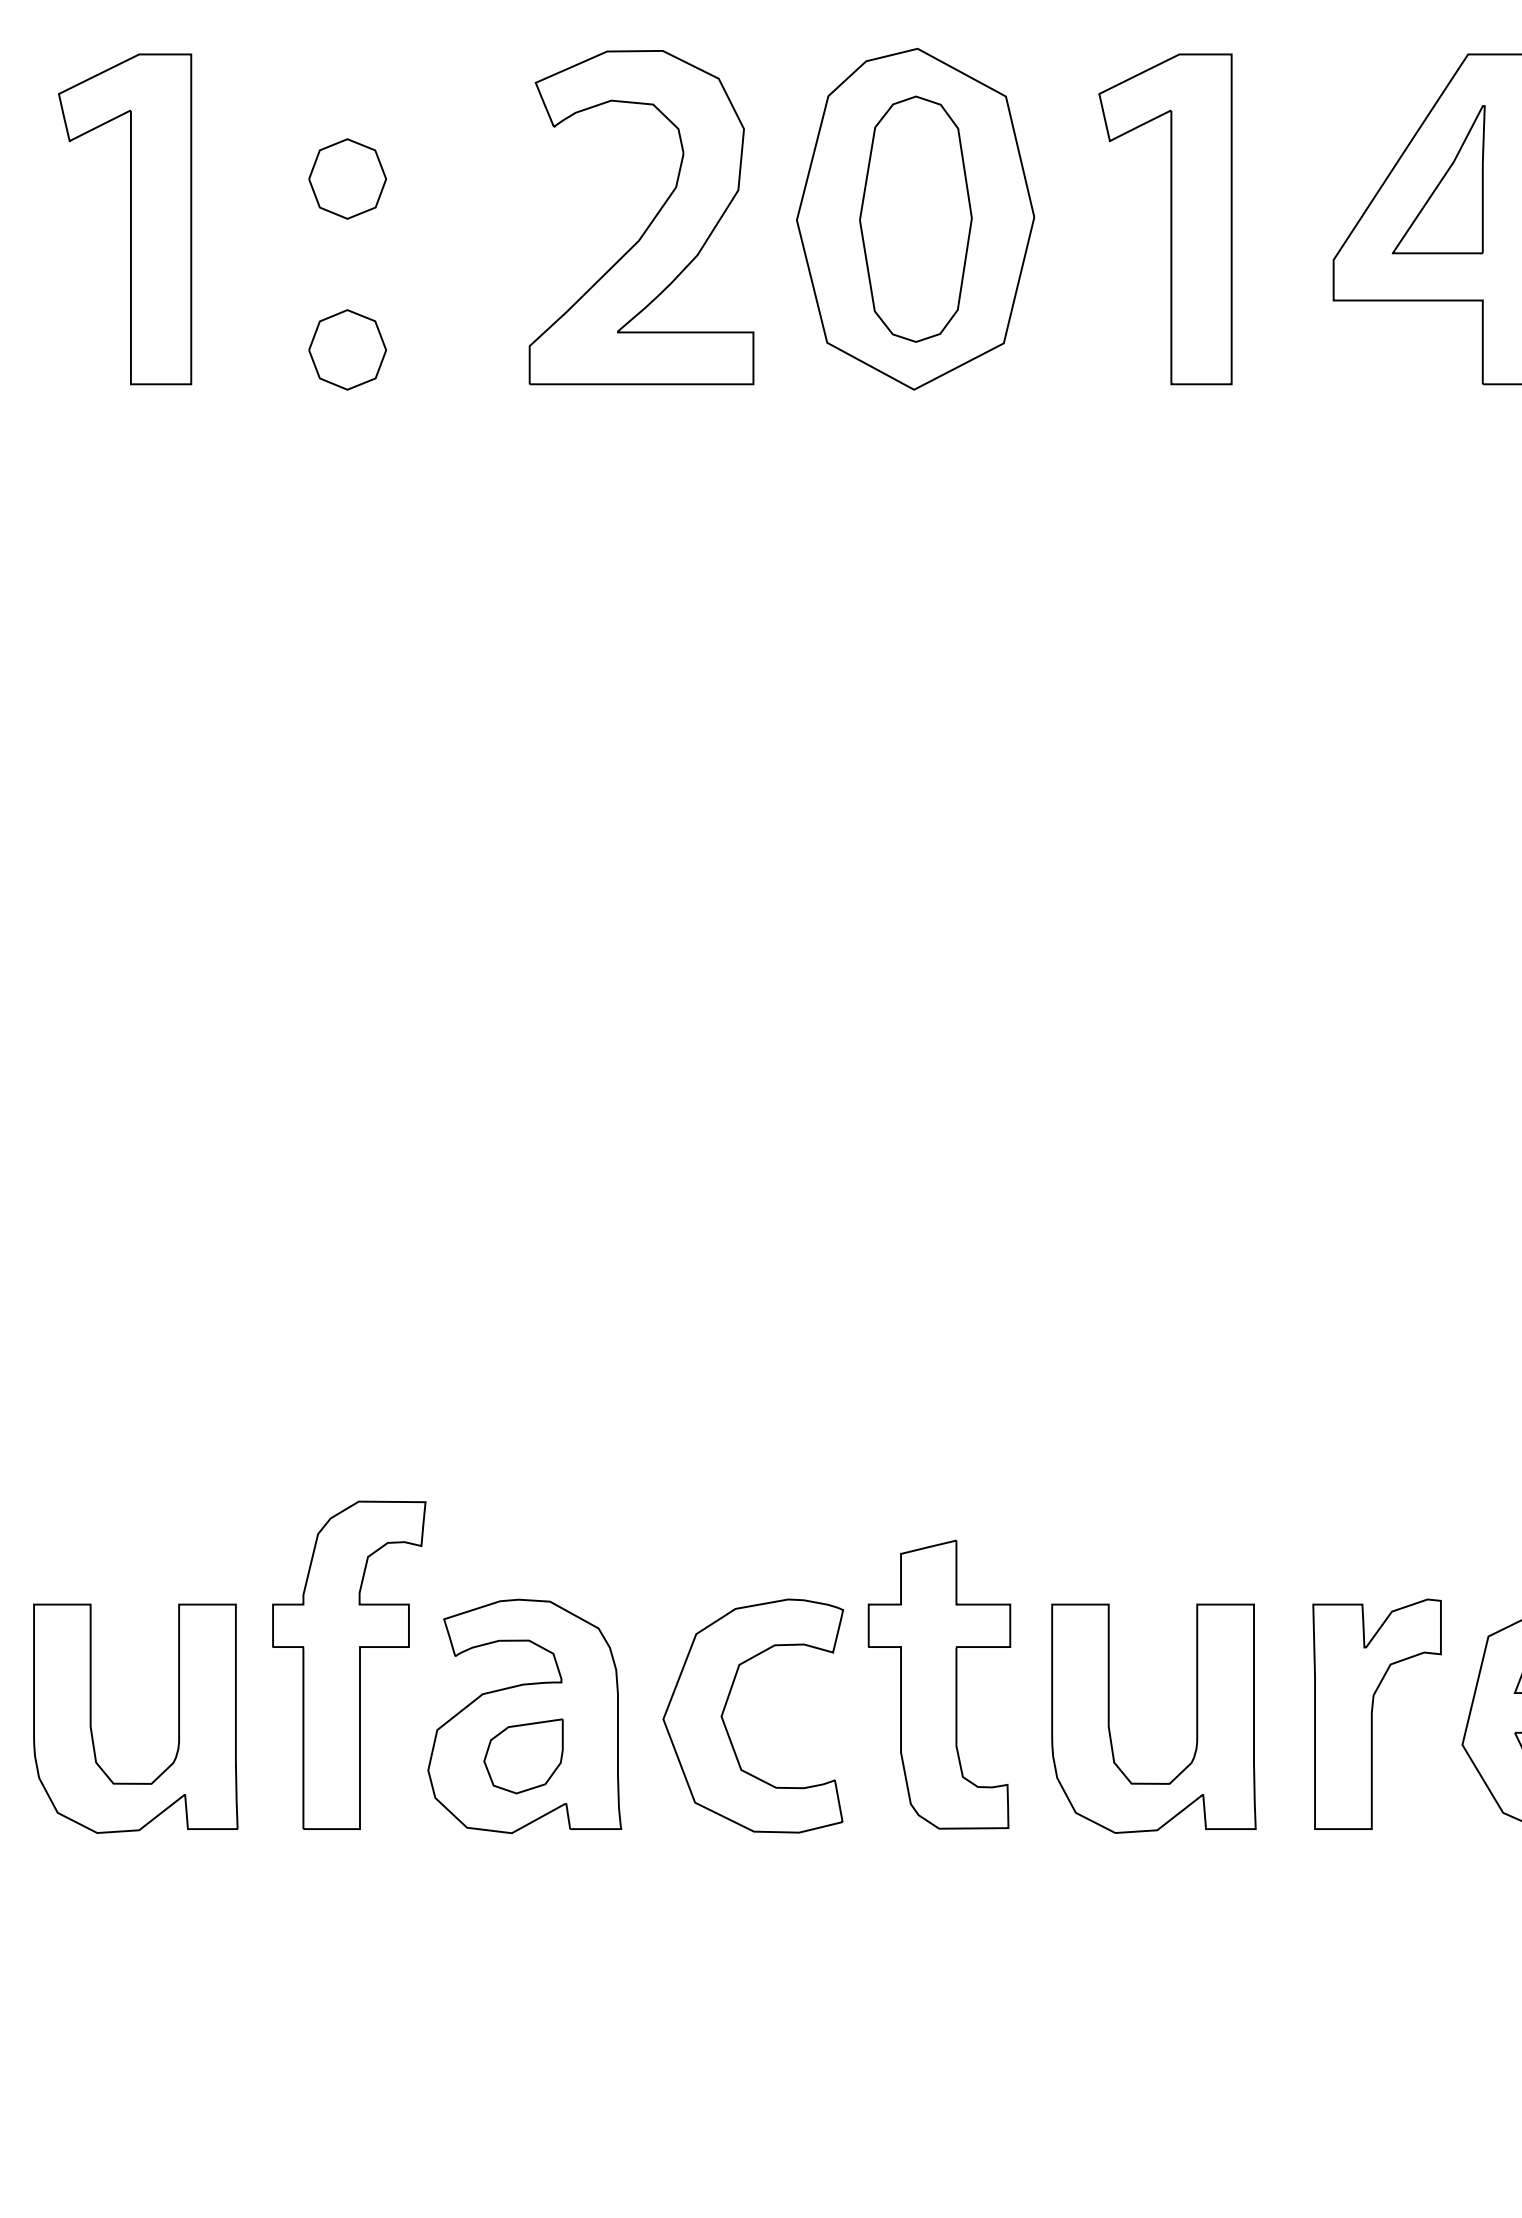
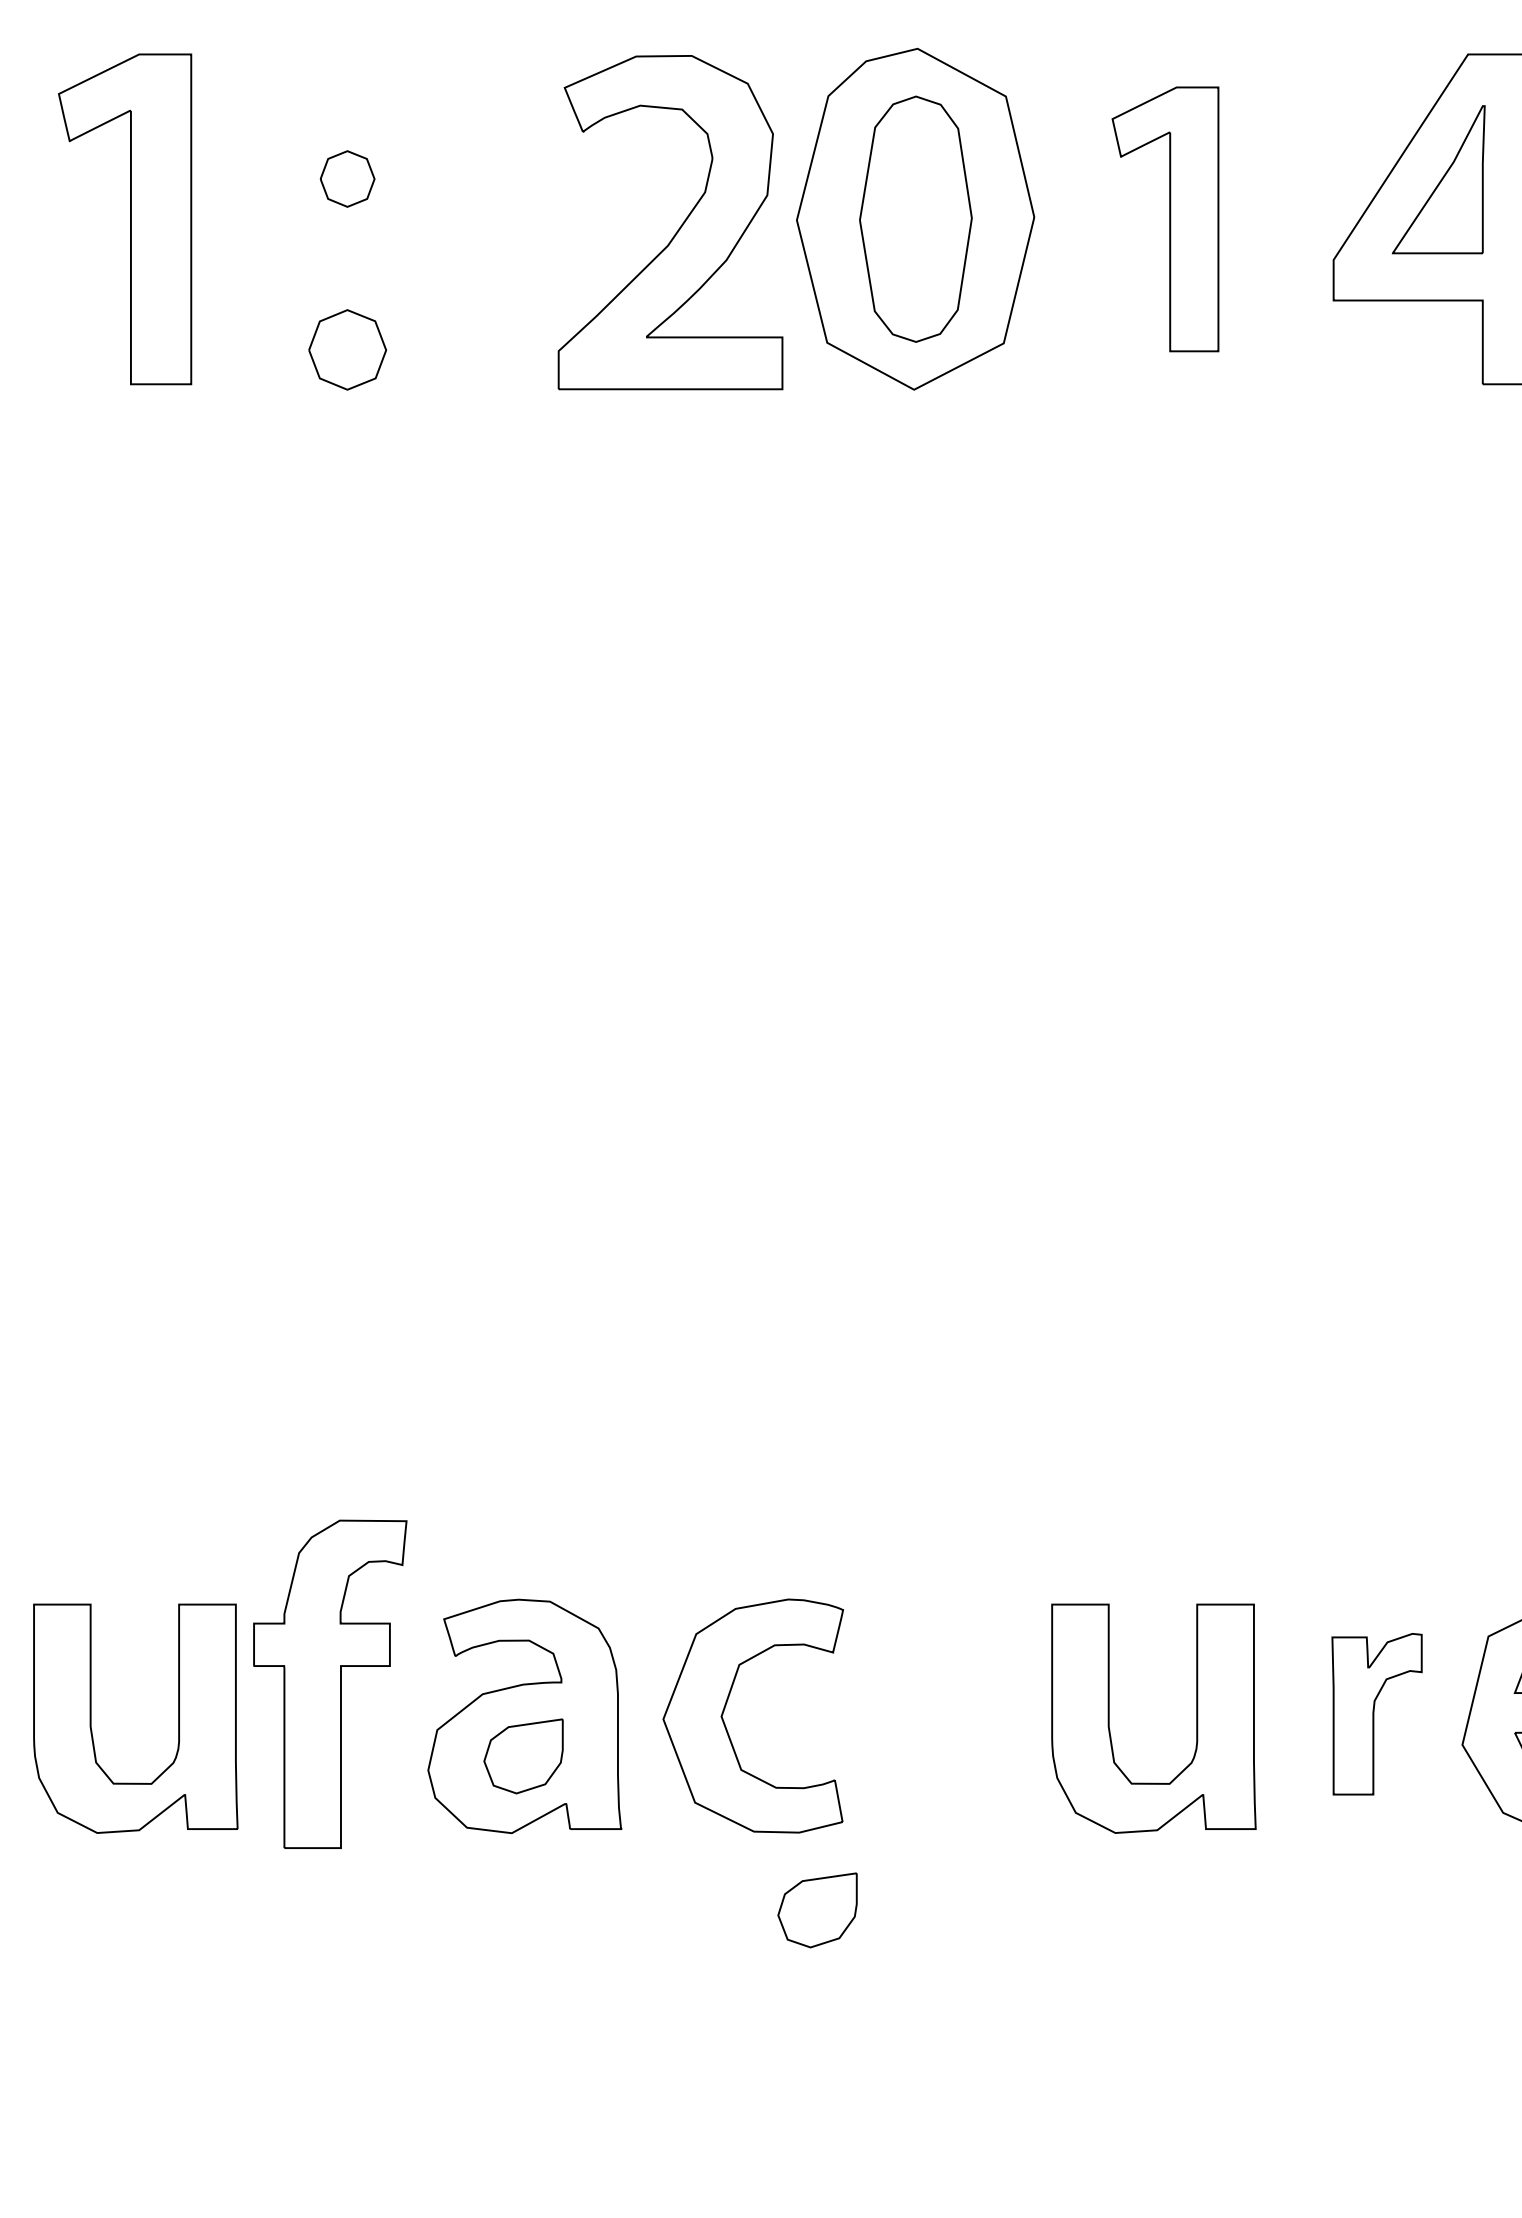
part at (347, 178) size: 79x82 px -> 56x58 px
part at (1165, 219) size: 135x333 px -> 109x267 px
part at (649, 223) position: (649, 223) -> (678, 228)
part at (349, 1664) position: (349, 1664) -> (330, 1683)
part at (939, 1684): present -> none
part at (1376, 1713) size: 130x232 px -> 92x163 px
part at (817, 1910): none -> present
